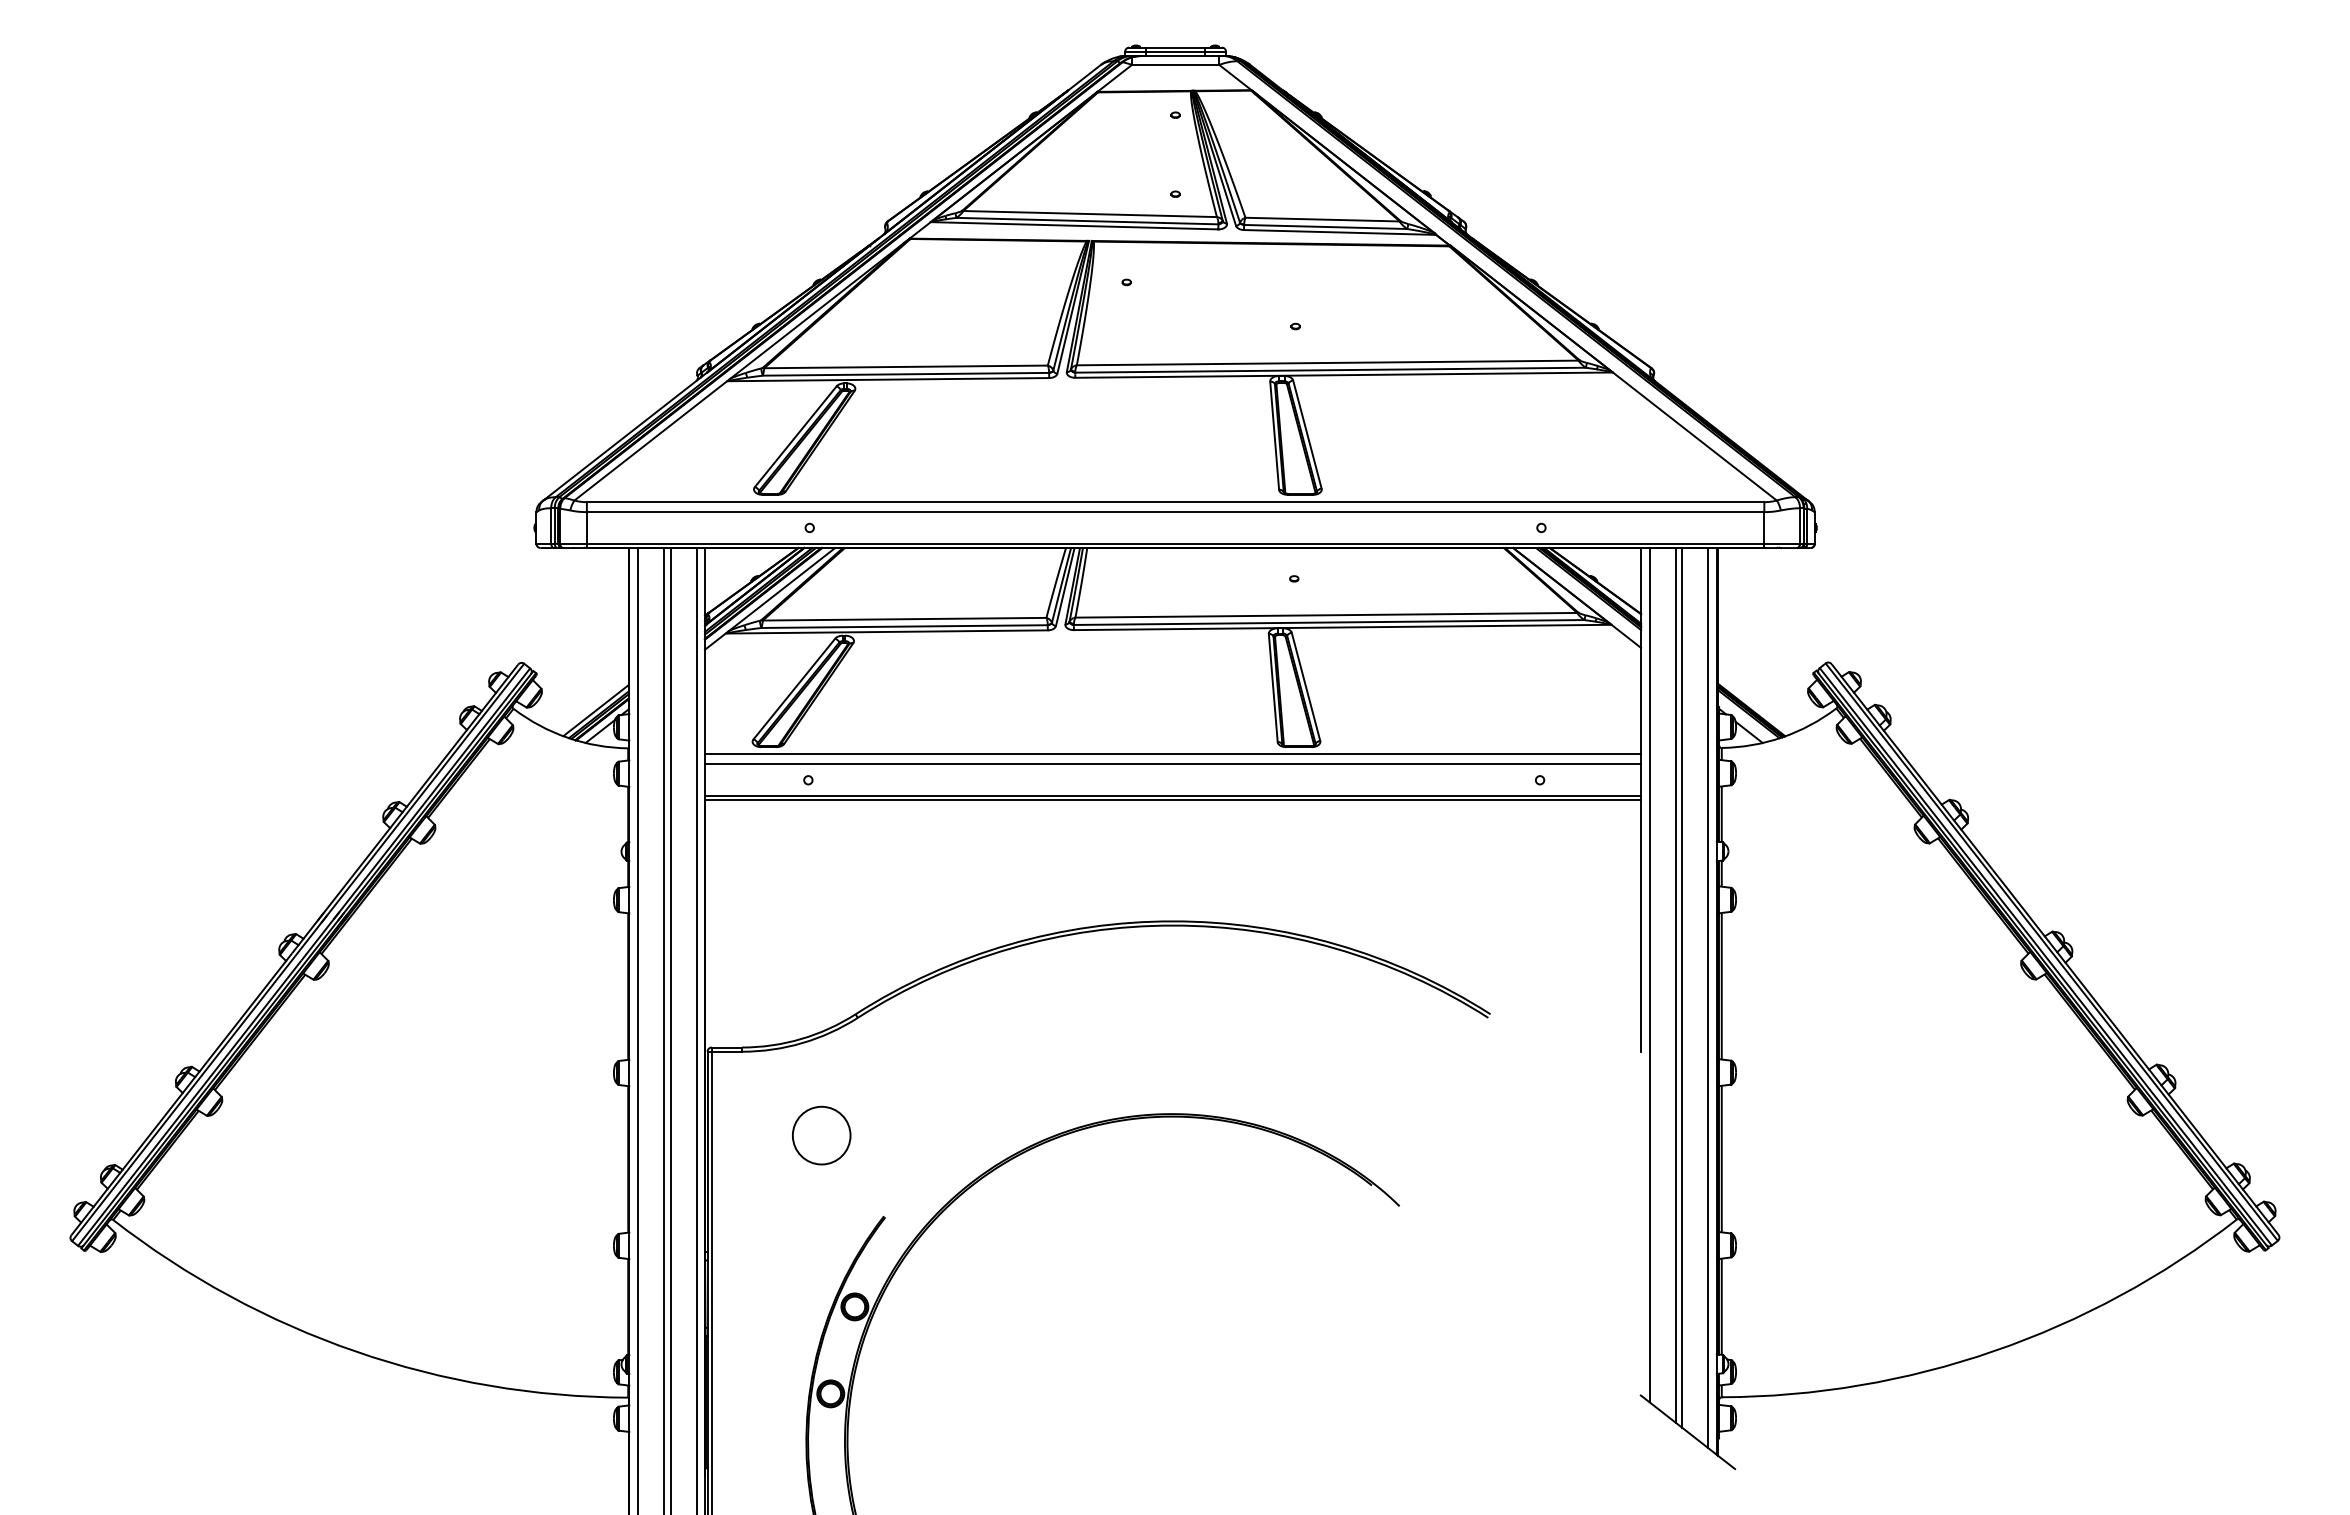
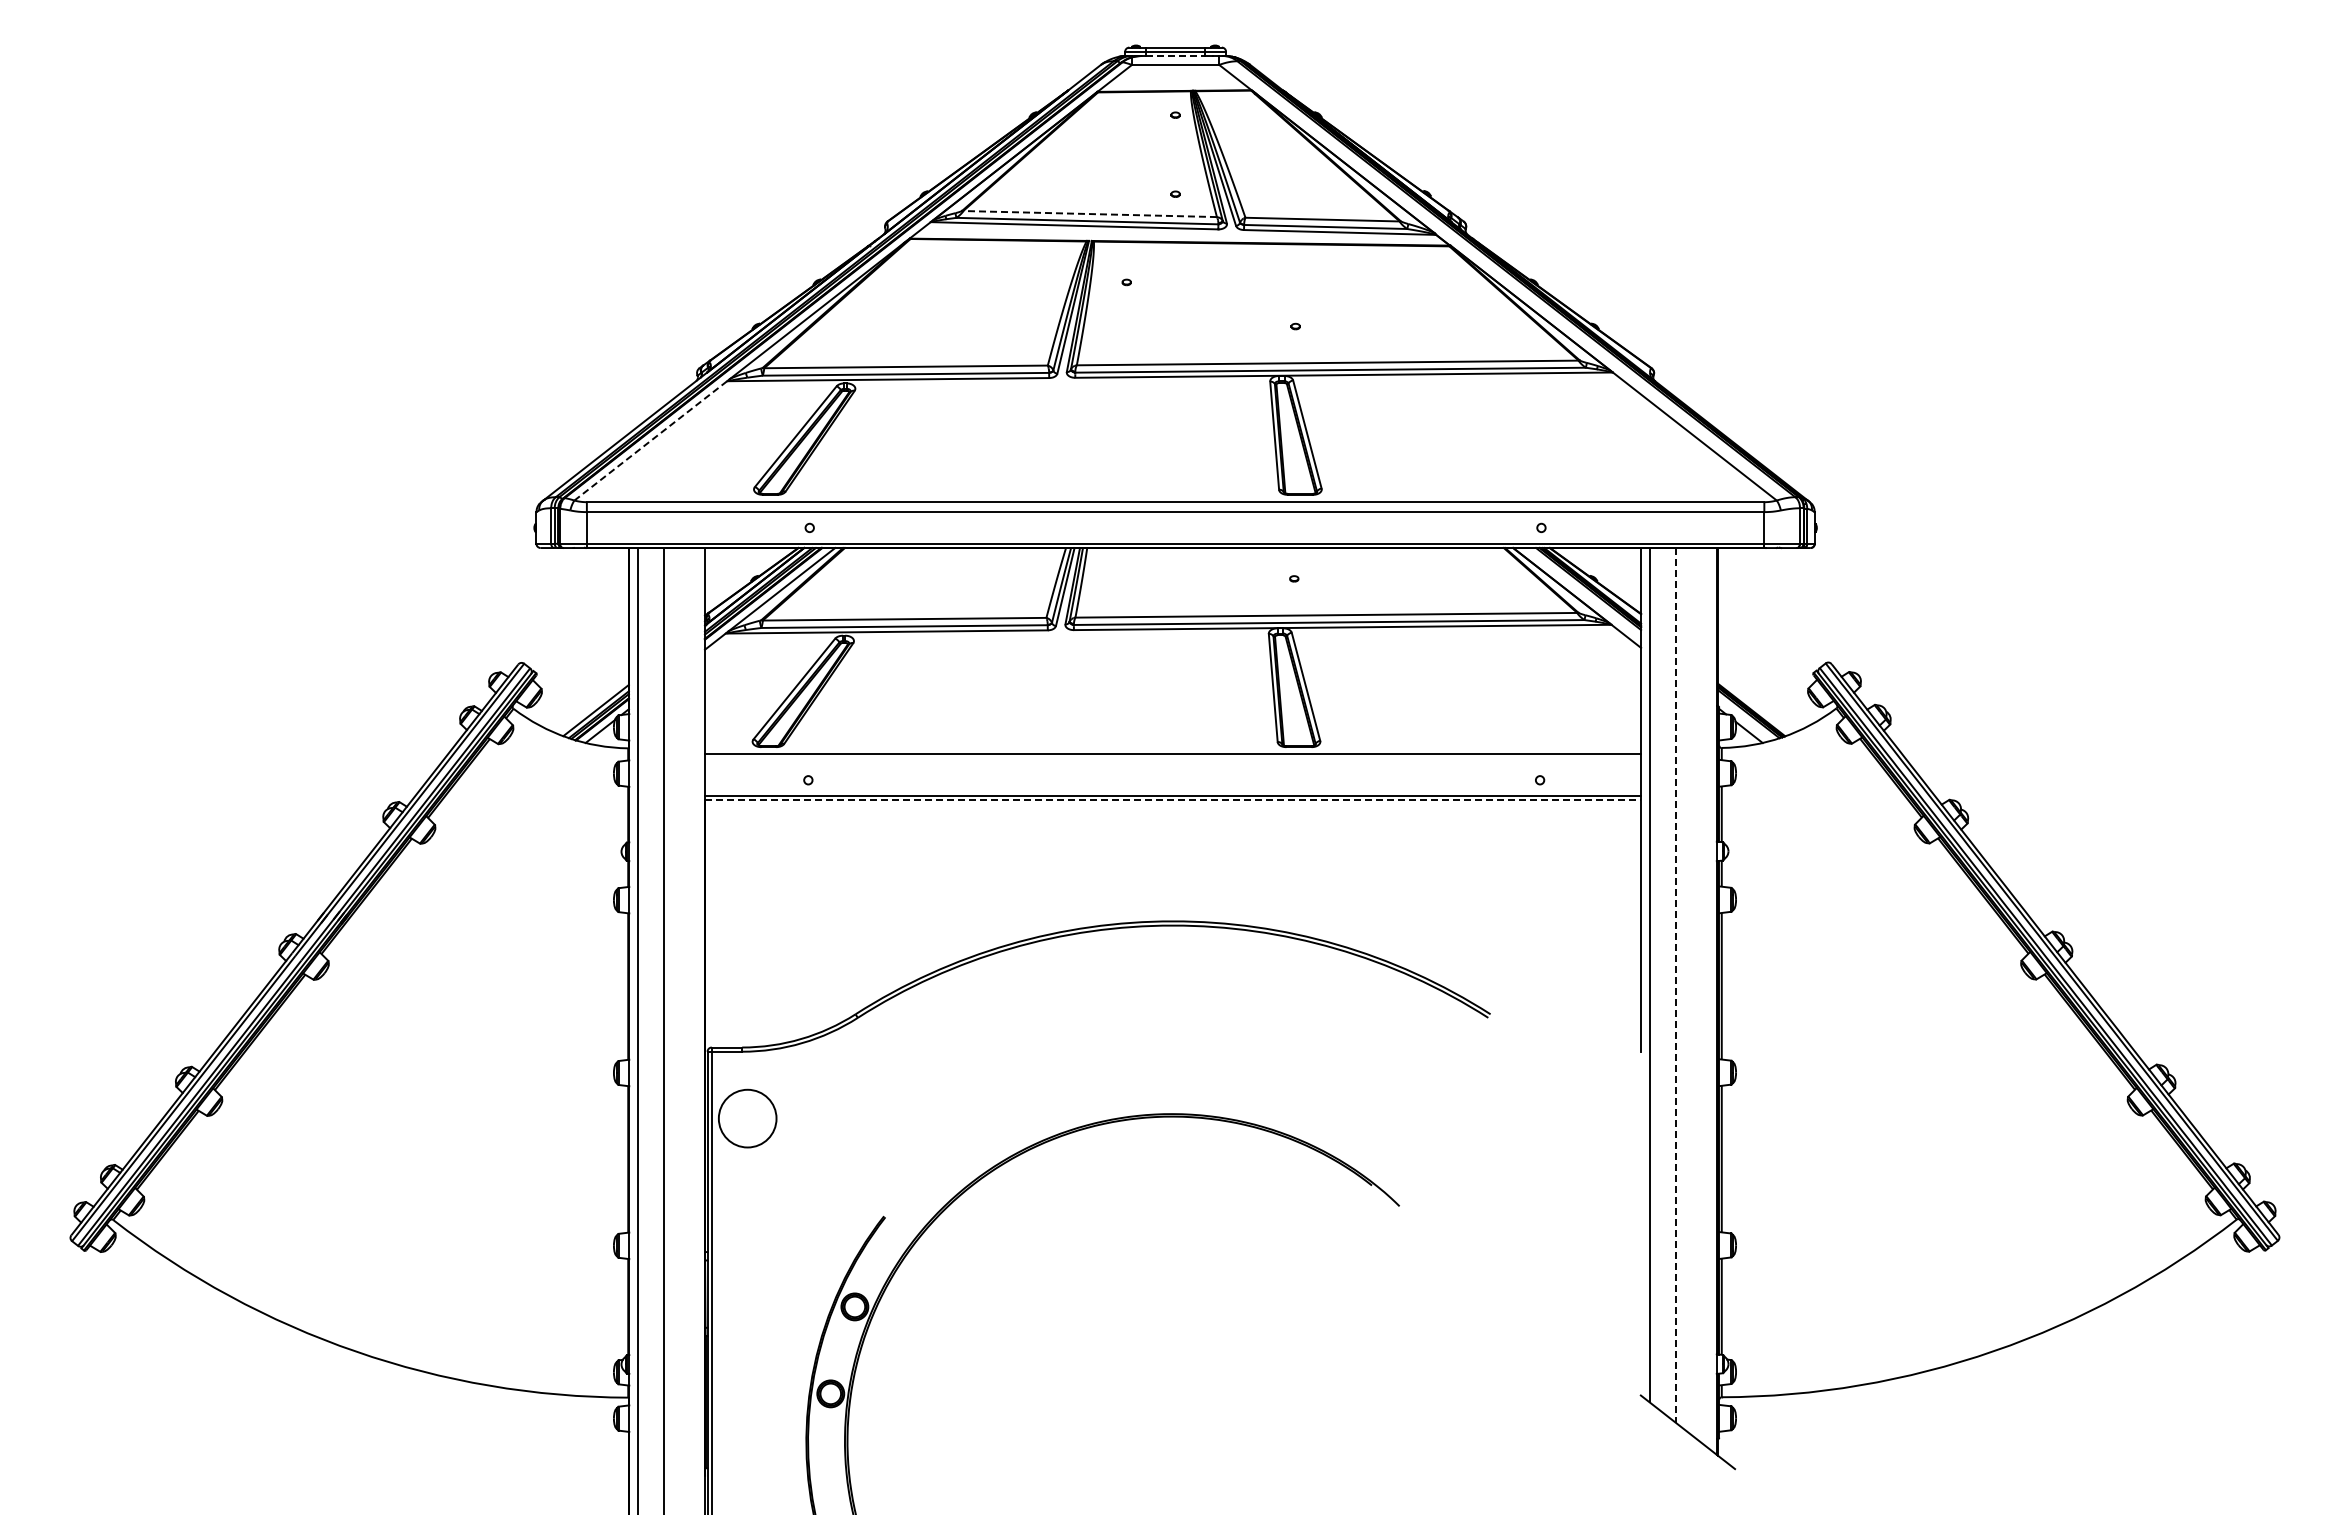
line at (1176, 56): solid -> dashed
line at (1090, 214): solid -> dashed
line at (650, 440): solid -> dashed
line at (1173, 764): present -> none
line at (1173, 800): solid -> dashed
line at (1675, 985): solid -> dashed
line at (1682, 987): present -> none
line at (1708, 998): present -> none
line at (670, 1029): present -> none
line at (696, 1029): present -> none
circle at (821, 1135) position: (821, 1135) -> (747, 1118)
